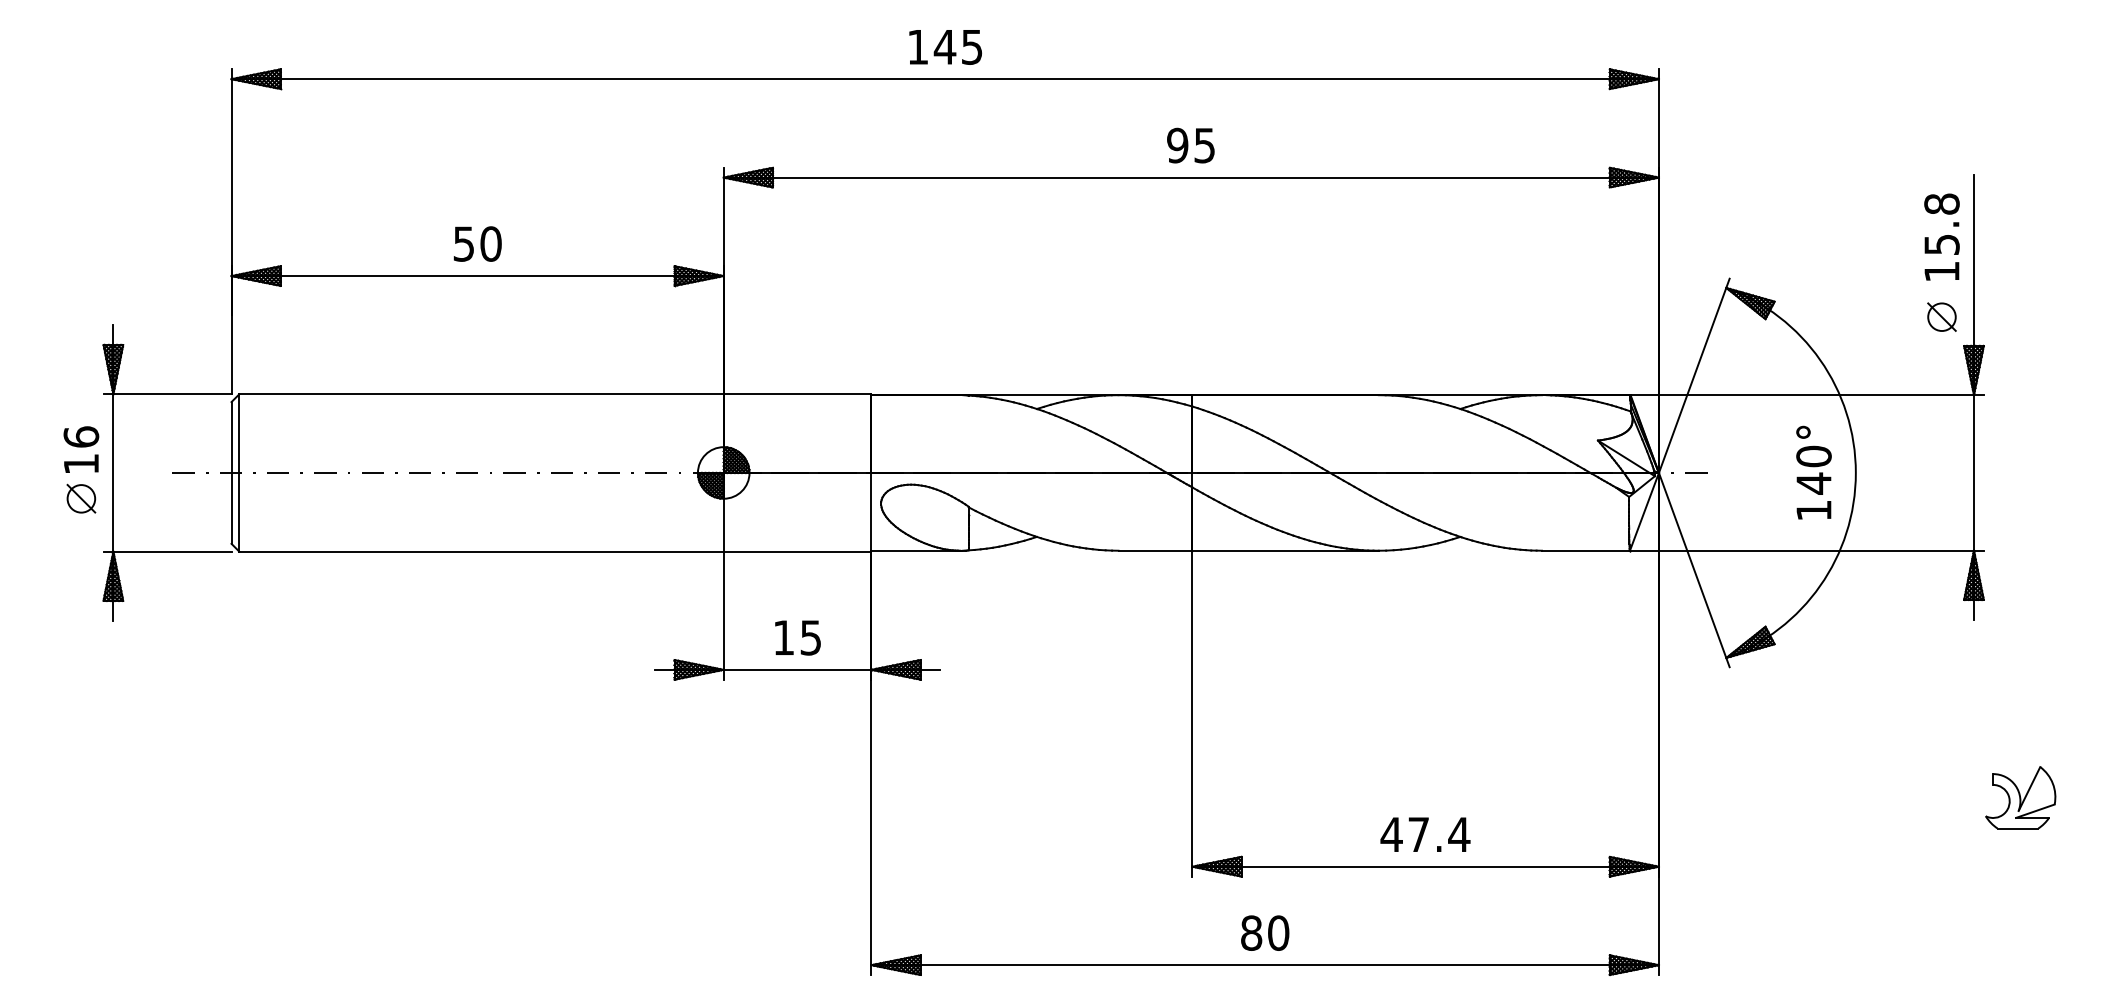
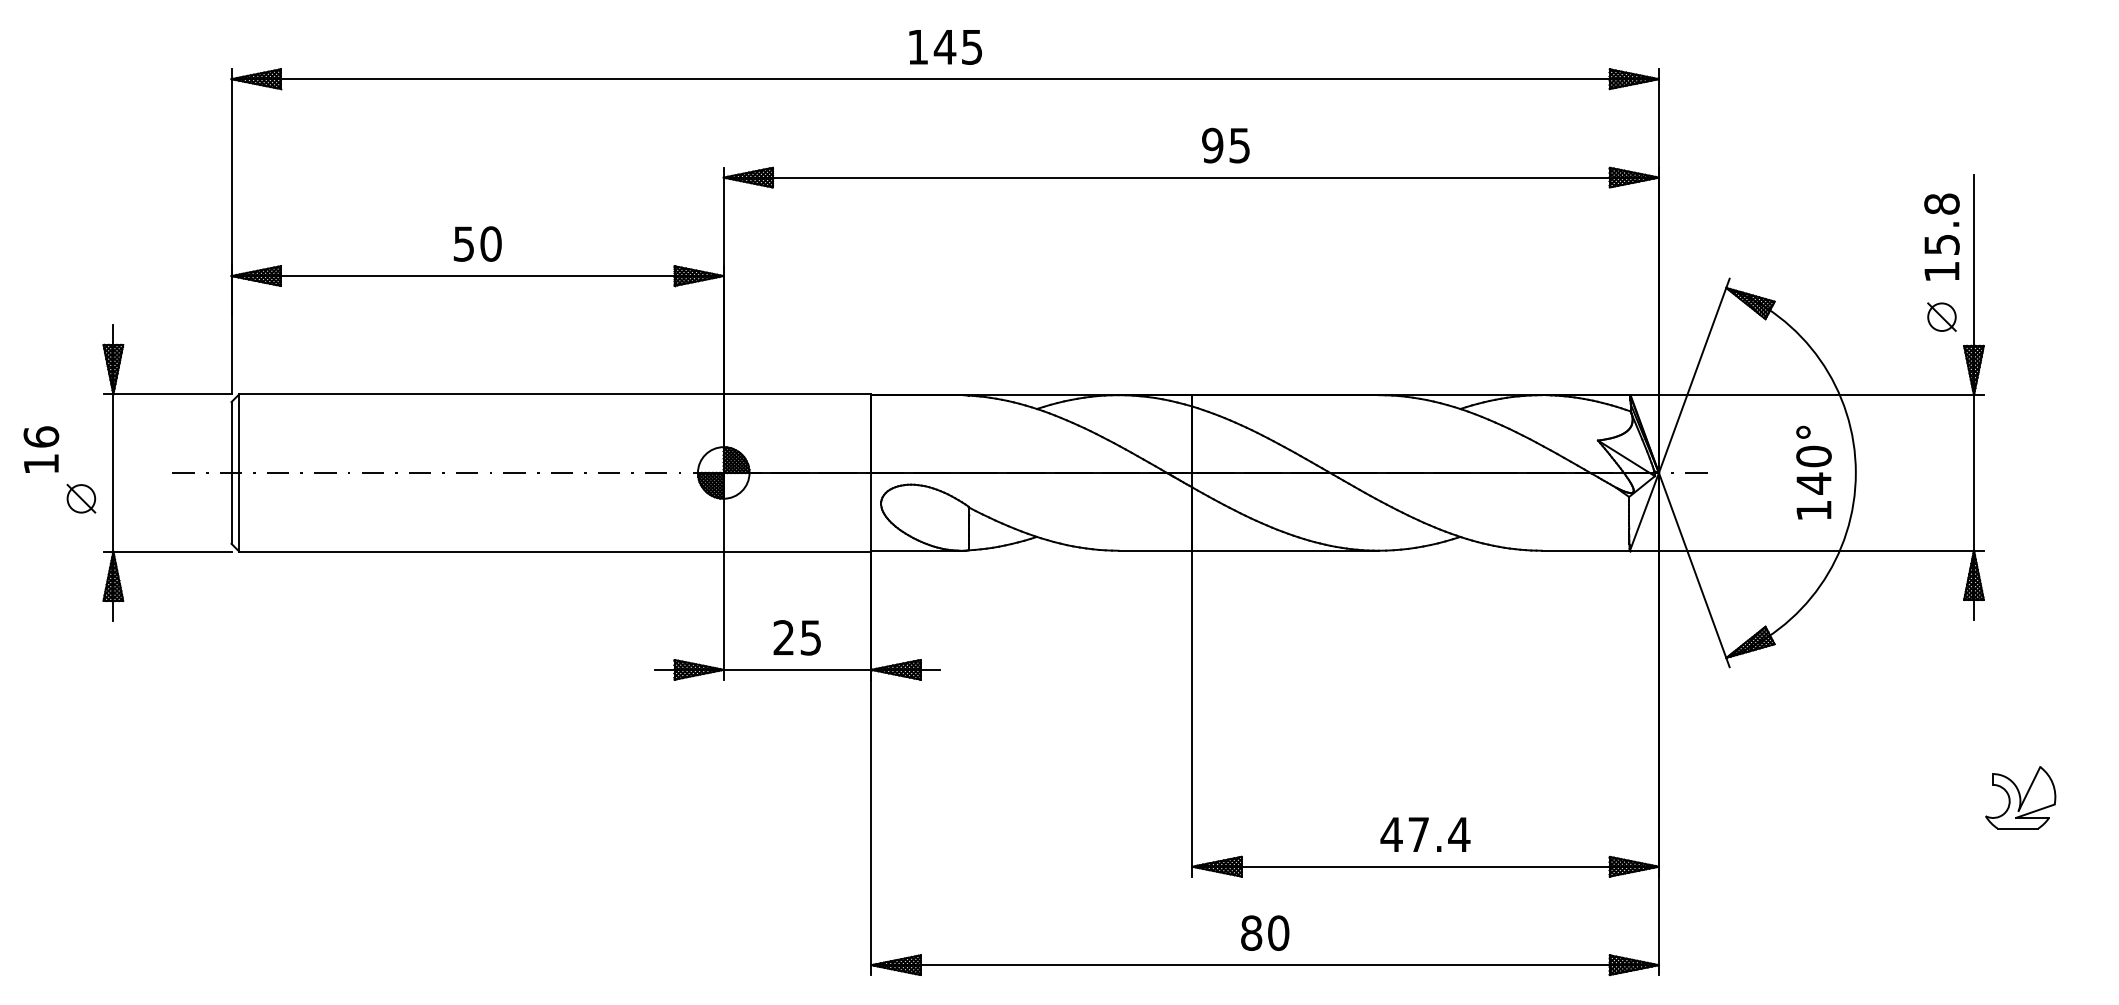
text at (1190, 145) position: (1190, 145) -> (1225, 145)
text at (81, 449) position: (81, 449) -> (41, 449)
text at (783, 637): 15 -> 25
